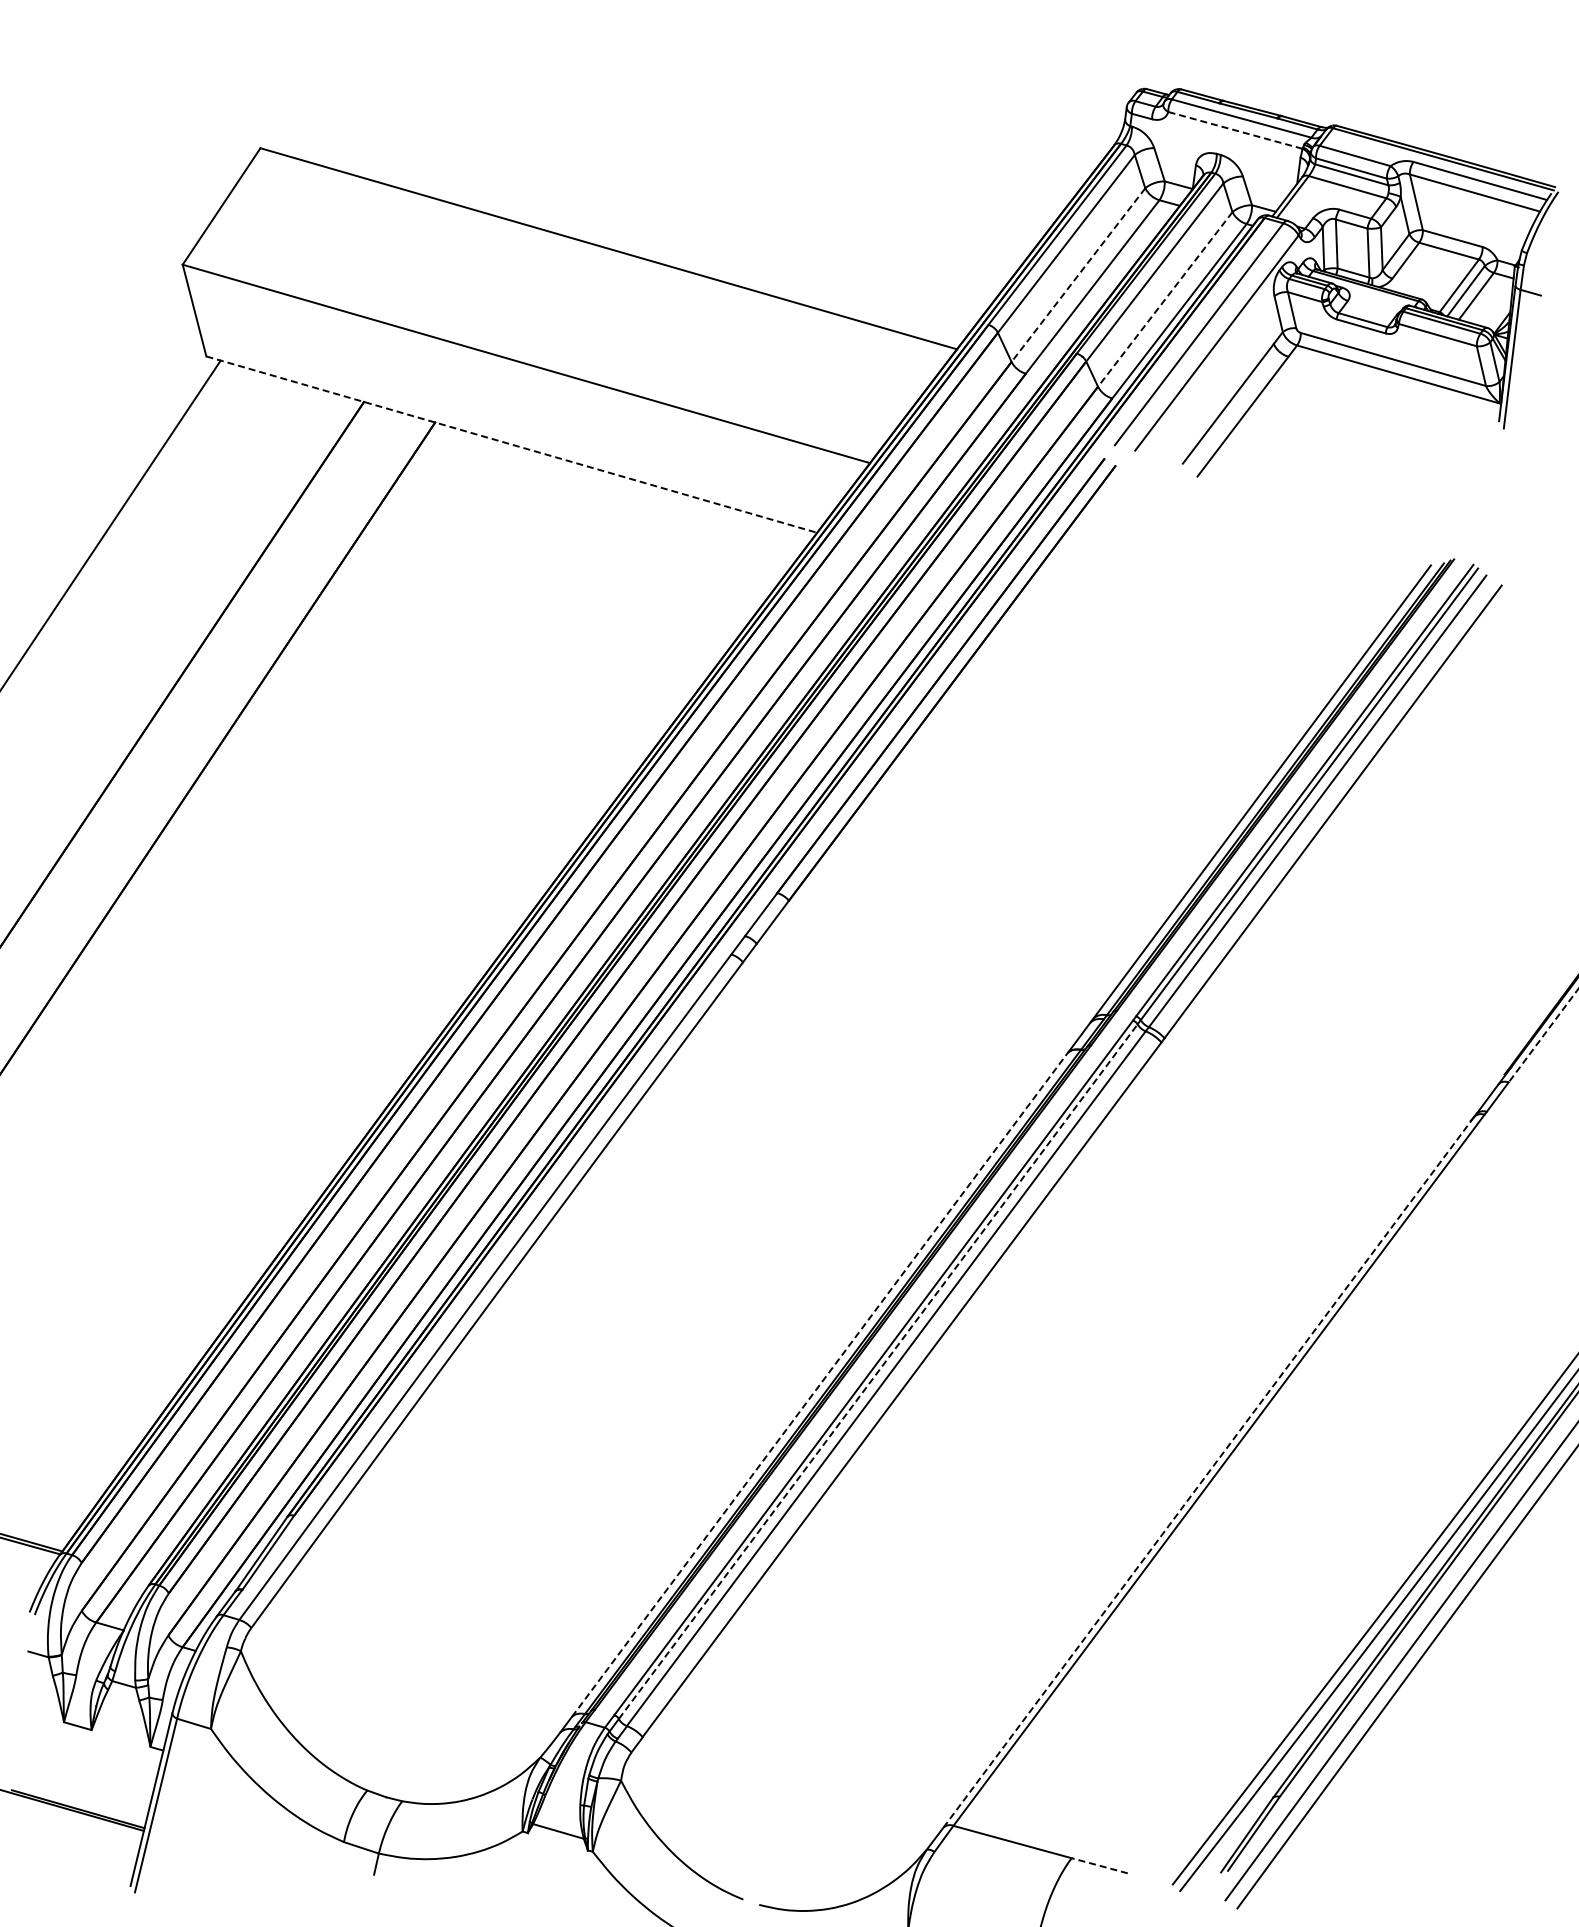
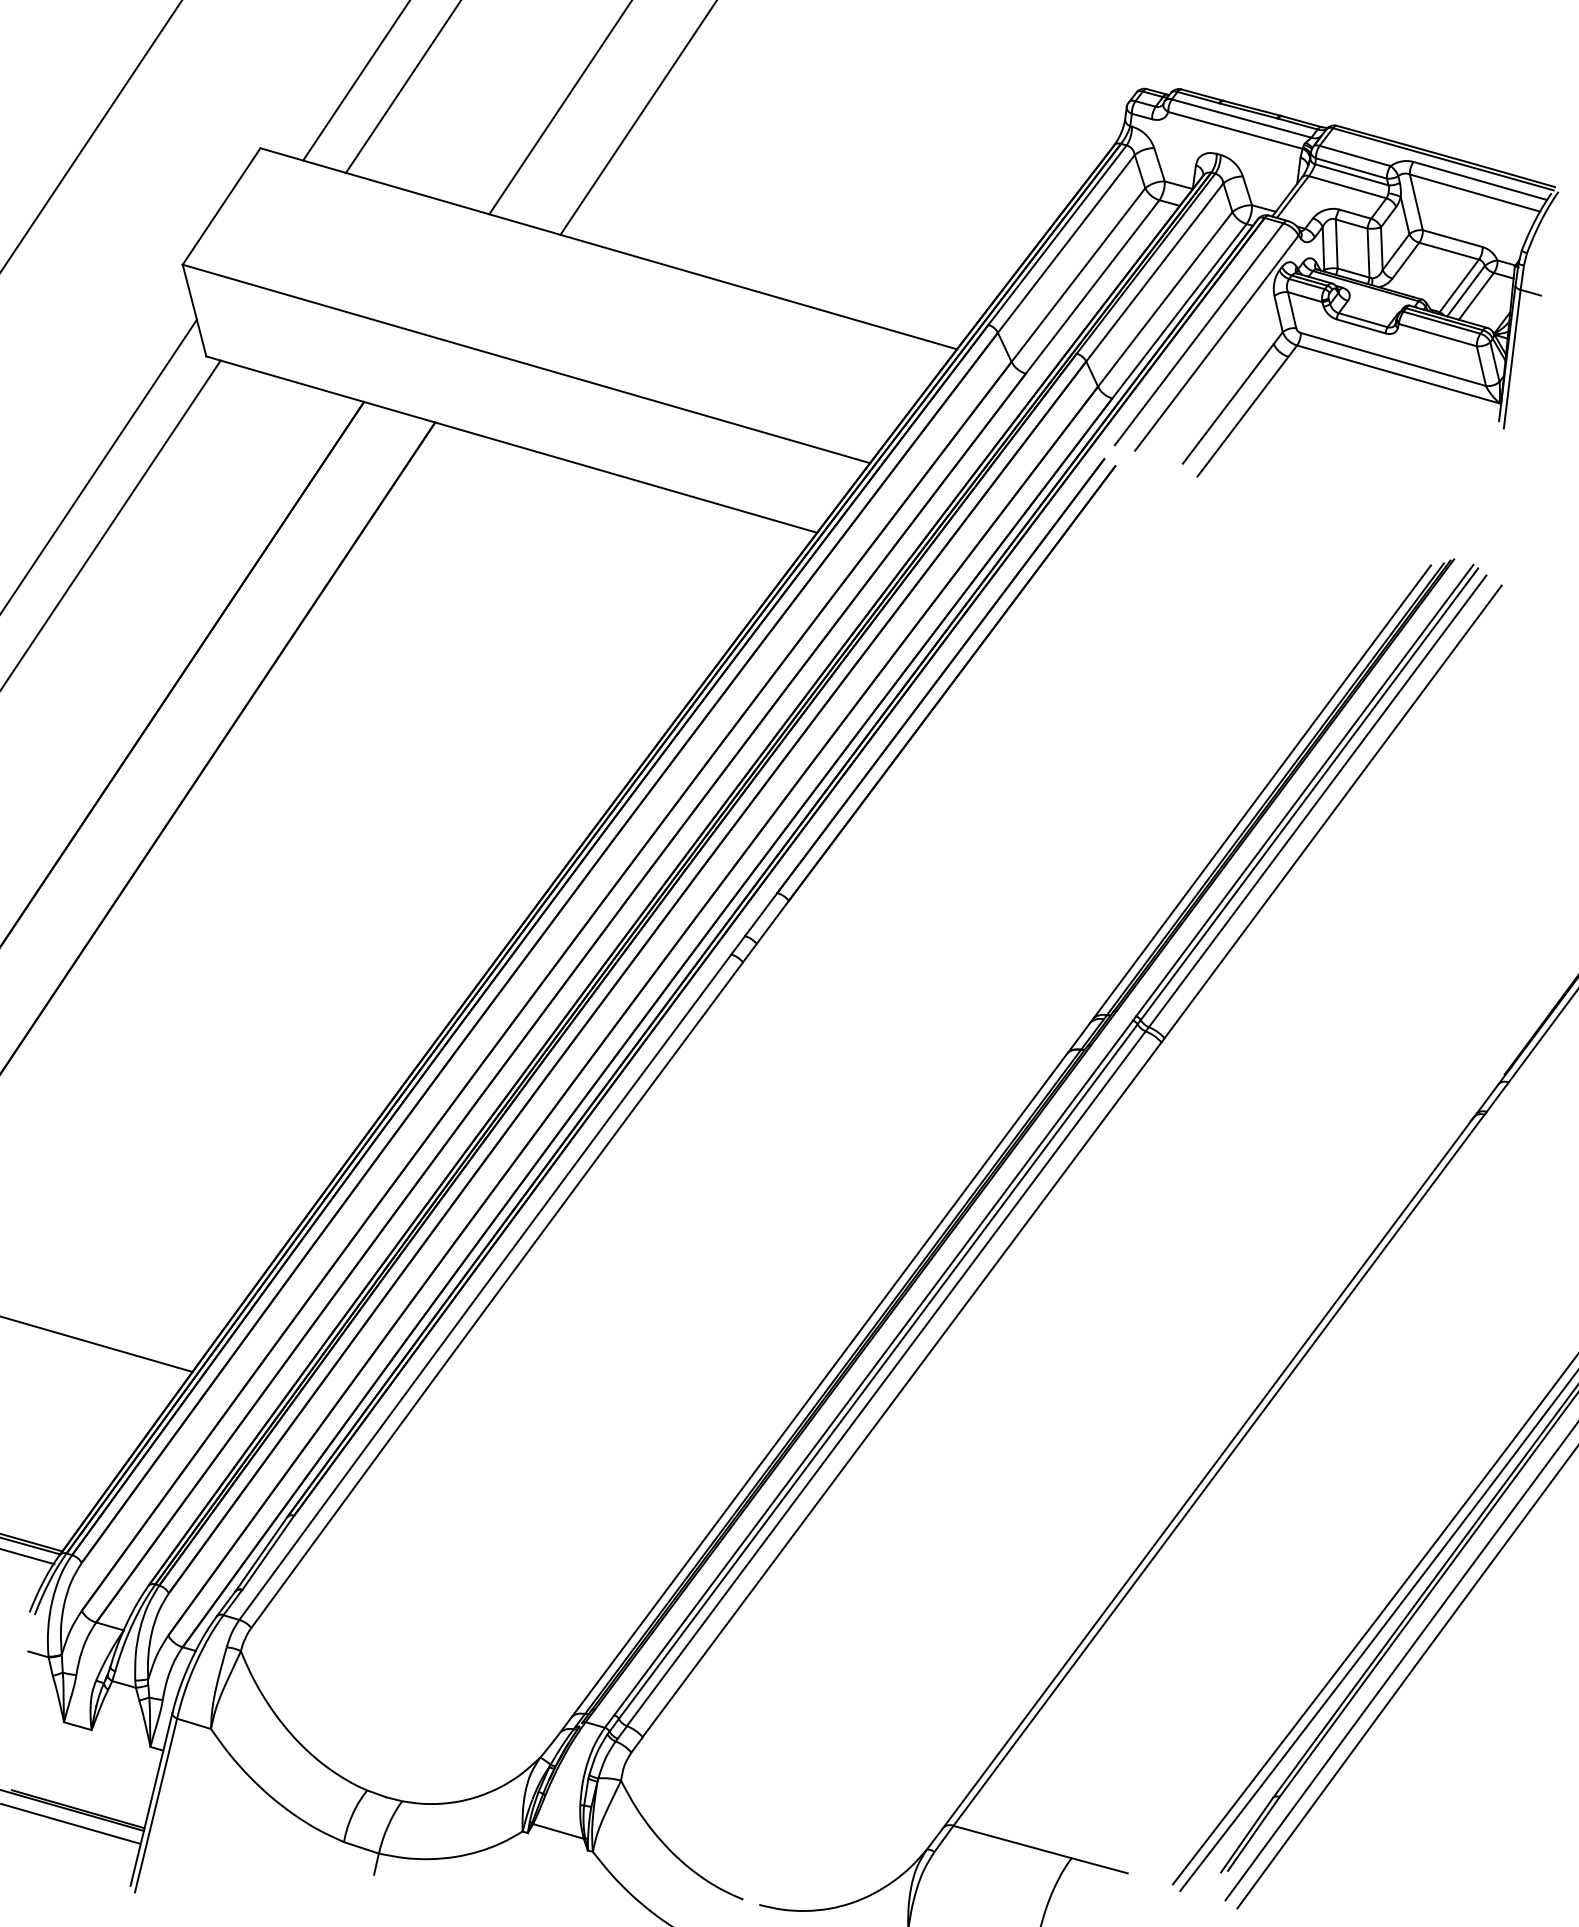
line at (355, 81): none -> present
line at (402, 87): none -> present
line at (559, 108): none -> present
line at (637, 118): none -> present
line at (1235, 130): dashed -> solid
line at (91, 136): none -> present
line at (1078, 275): dashed -> solid
line at (1164, 299): dashed -> solid
line at (511, 444): dashed -> solid
line at (99, 465): none -> present
line at (1543, 1035): dashed -> solid
line at (97, 1344): none -> present
line at (878, 1371): dashed -> solid
line at (820, 1384): dashed -> solid
line at (1208, 1472): dashed -> solid
line at (28, 1556): none -> present
line at (71, 1823): none -> present
line at (1099, 1865): dashed -> solid
